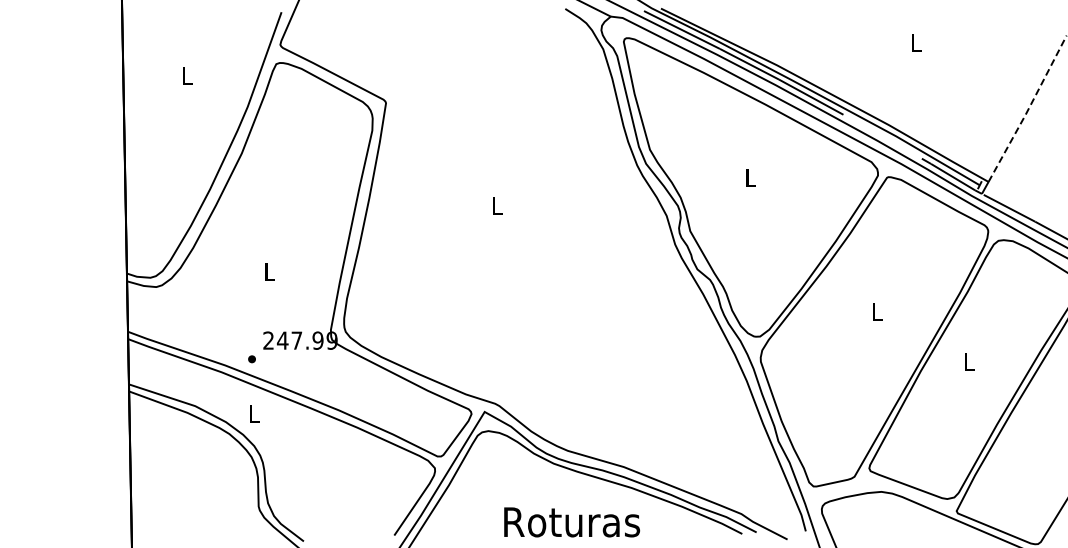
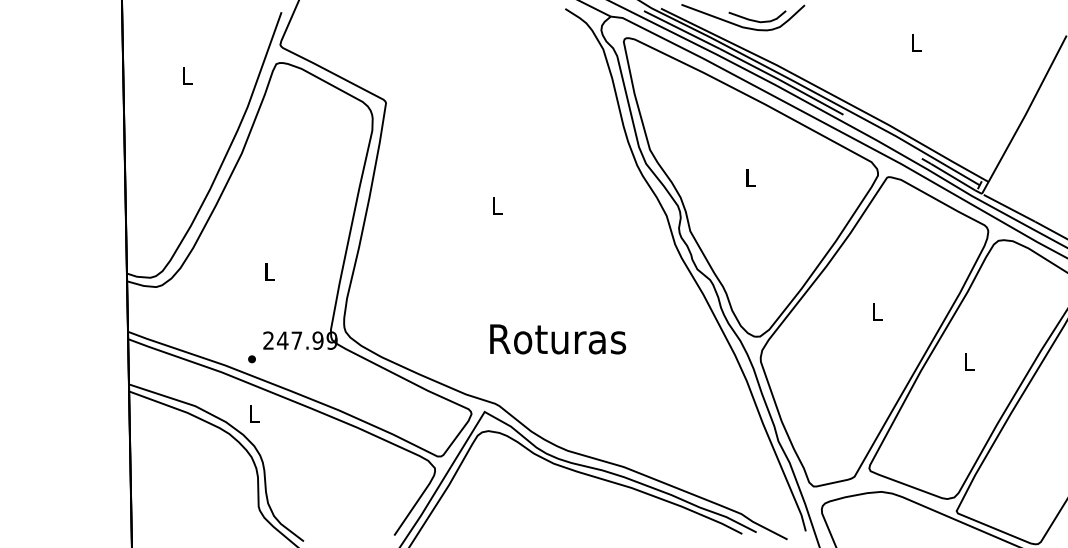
part at (743, 17): none -> present
line at (1028, 109): dashed -> solid
text at (572, 522) position: (572, 522) -> (558, 339)
